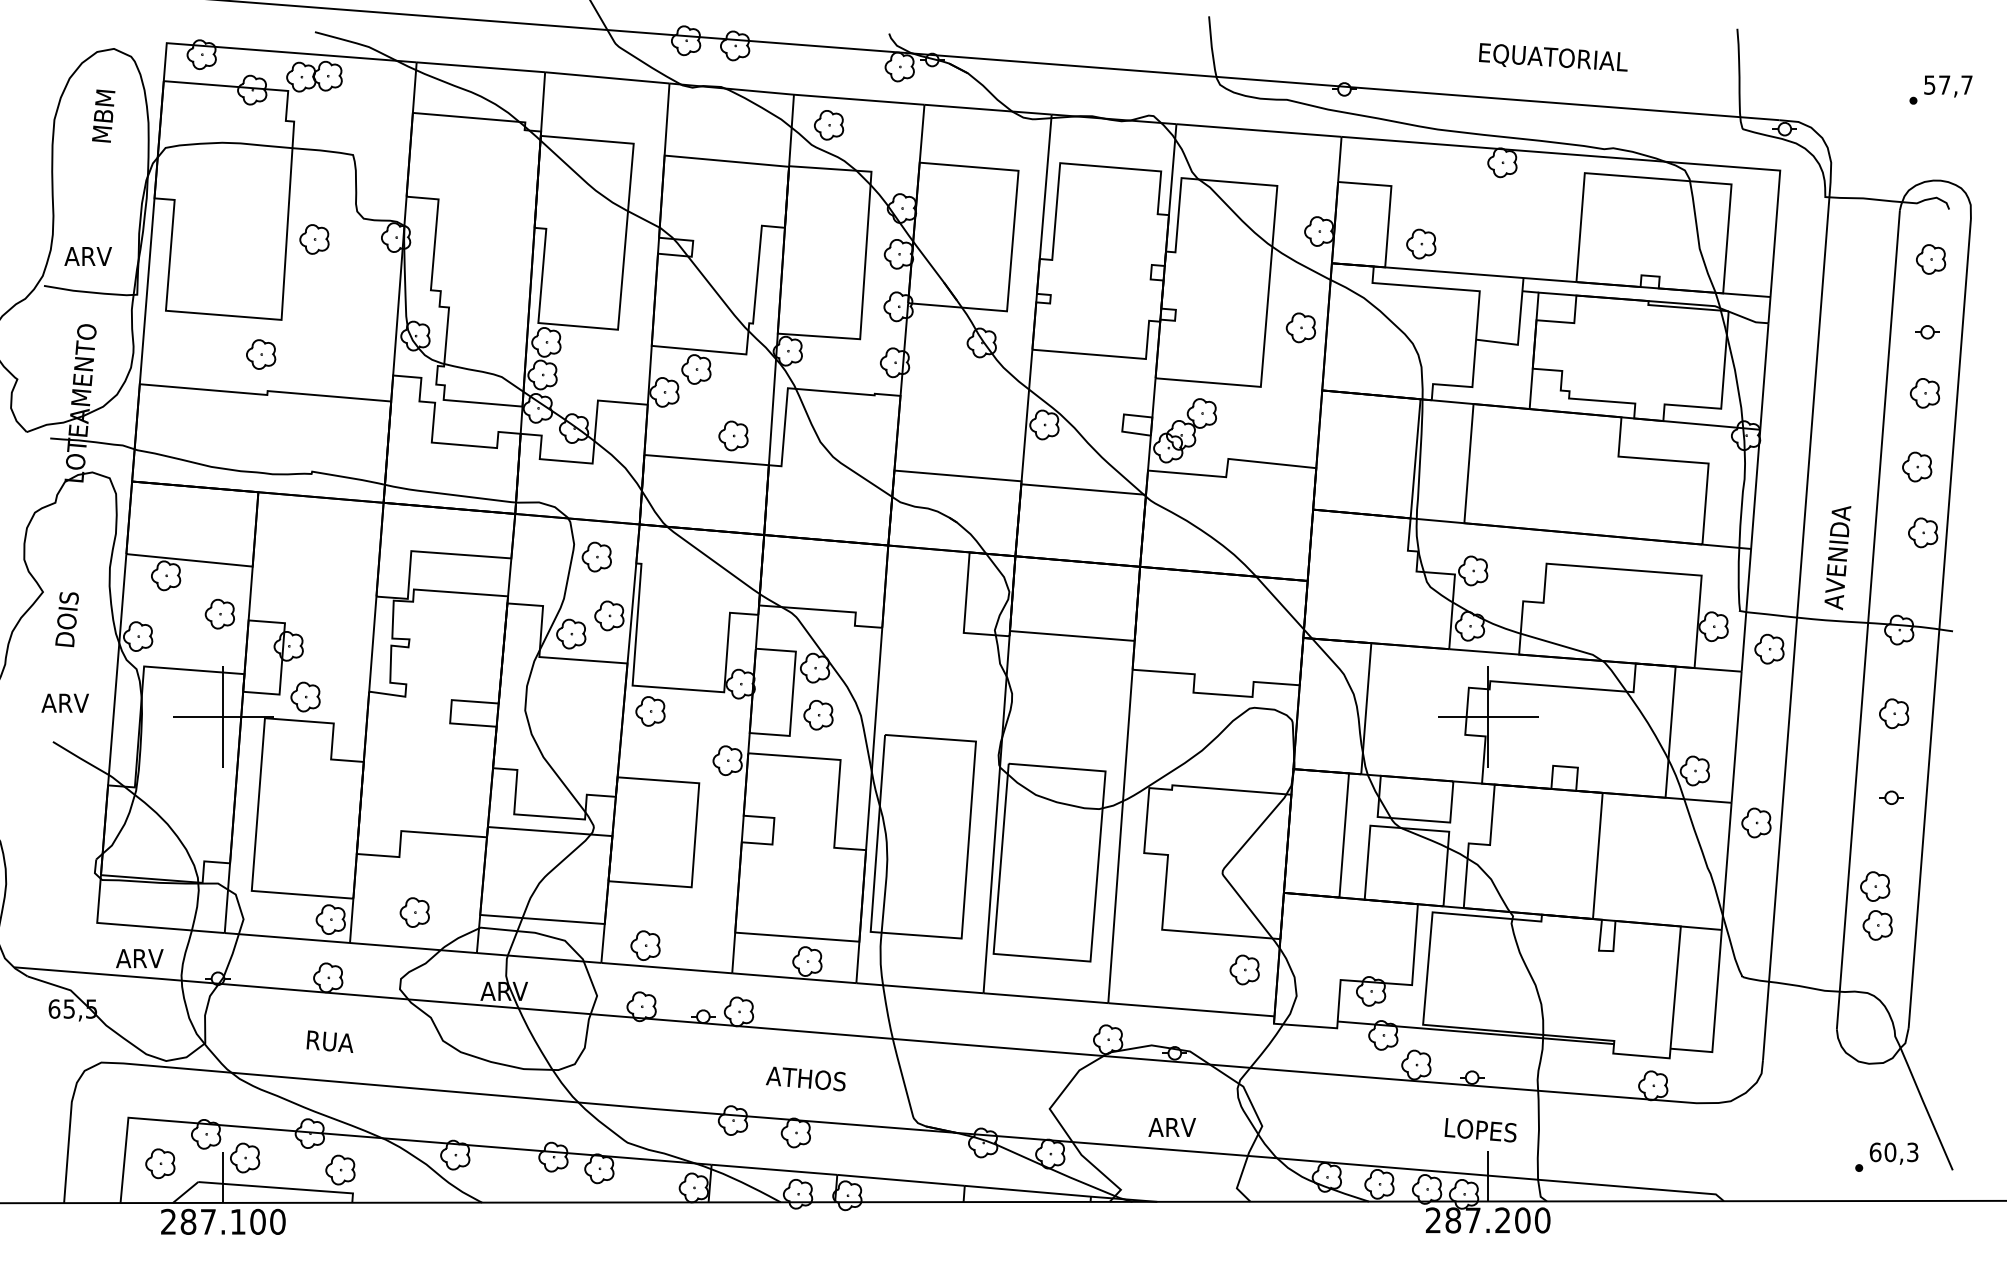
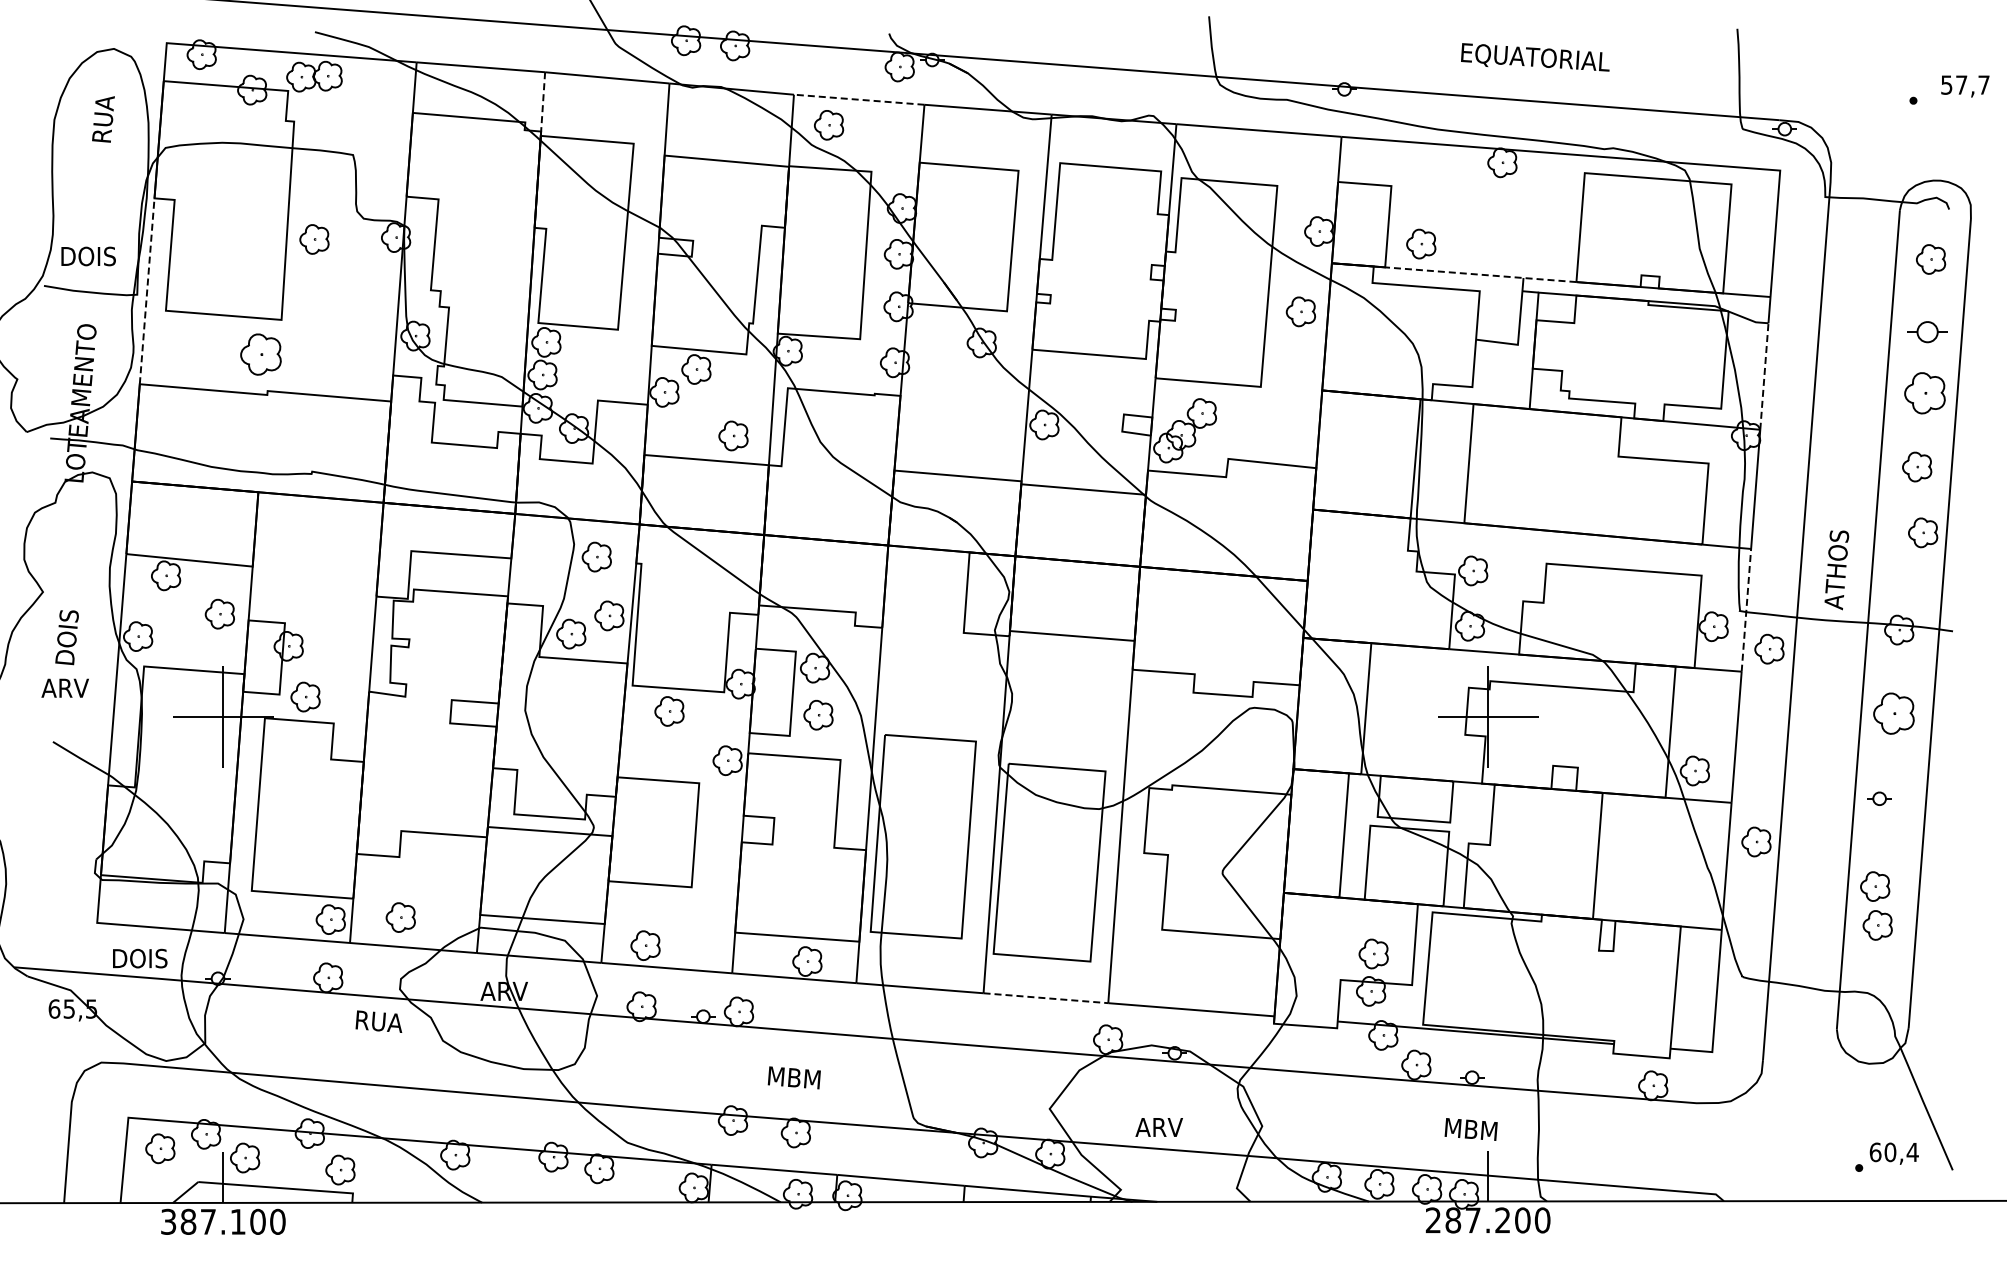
text at (1553, 57) position: (1553, 57) -> (1535, 57)
text at (1948, 86) position: (1948, 86) -> (1965, 86)
line at (858, 99): solid -> dashed
line at (543, 101): solid -> dashed
text at (103, 114): MBM -> RUA
text at (88, 256): ARV -> DOIS
line at (1480, 274): solid -> dashed
line at (147, 290): solid -> dashed
part at (1300, 327) position: (1300, 327) -> (1300, 311)
part at (1927, 332) size: 25x15 px -> 41x23 px
part at (261, 354) size: 31x31 px -> 42x43 px
line at (1764, 376): solid -> dashed
part at (1924, 393) size: 32x31 px -> 42x43 px
text at (1838, 549): AVENIDA -> ATHOS
line at (1746, 610): solid -> dashed
text at (66, 619) position: (66, 619) -> (66, 637)
text at (64, 702) position: (64, 702) -> (64, 687)
part at (650, 711) position: (650, 711) -> (669, 711)
part at (1894, 713) size: 31x32 px -> 42x43 px
part at (1891, 797) position: (1891, 797) -> (1879, 798)
part at (1756, 822) position: (1756, 822) -> (1756, 841)
part at (414, 912) position: (414, 912) -> (400, 917)
text at (140, 958): ARV -> DOIS
part at (1244, 969) position: (1244, 969) -> (1373, 953)
line at (1045, 998): solid -> dashed
text at (329, 1041) position: (329, 1041) -> (378, 1021)
text at (805, 1078): ATHOS -> MBM
text at (1171, 1127) position: (1171, 1127) -> (1158, 1127)
text at (1481, 1130): LOPES -> MBM
text at (1912, 1152): 60,3 -> 60,4
part at (160, 1163) position: (160, 1163) -> (160, 1148)
text at (168, 1221): 287.100 -> 387.100
